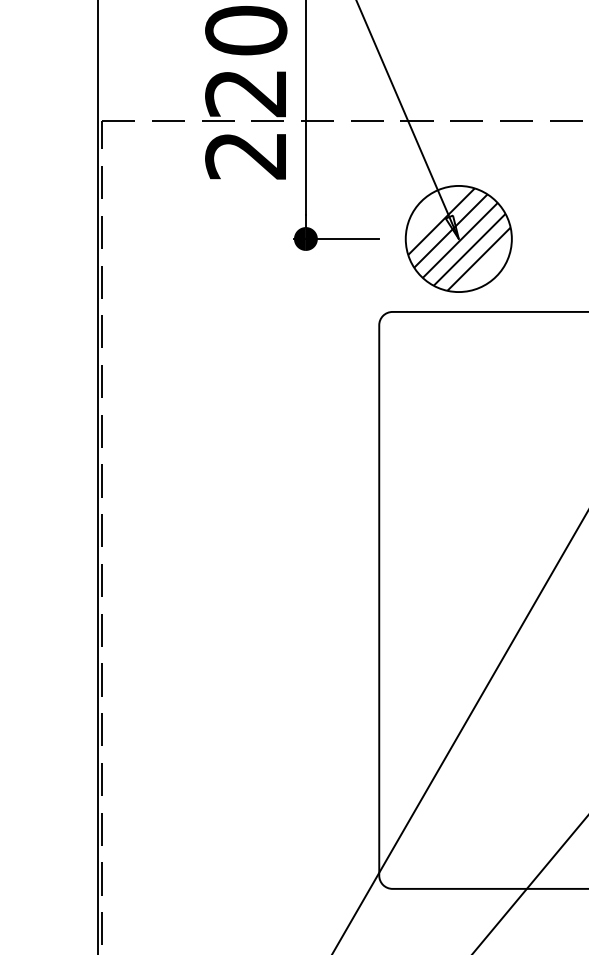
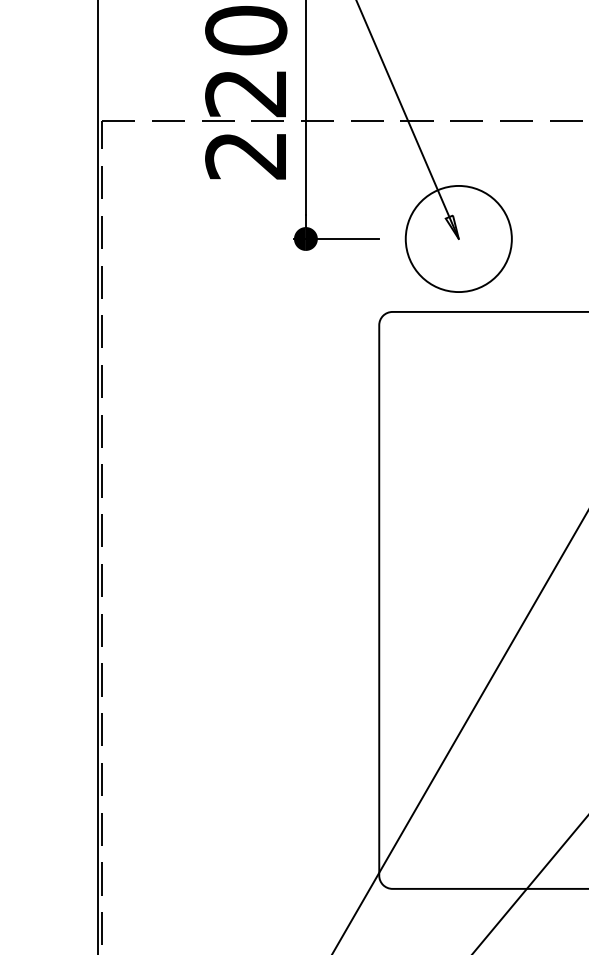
hatch at (459, 239): present -> none
